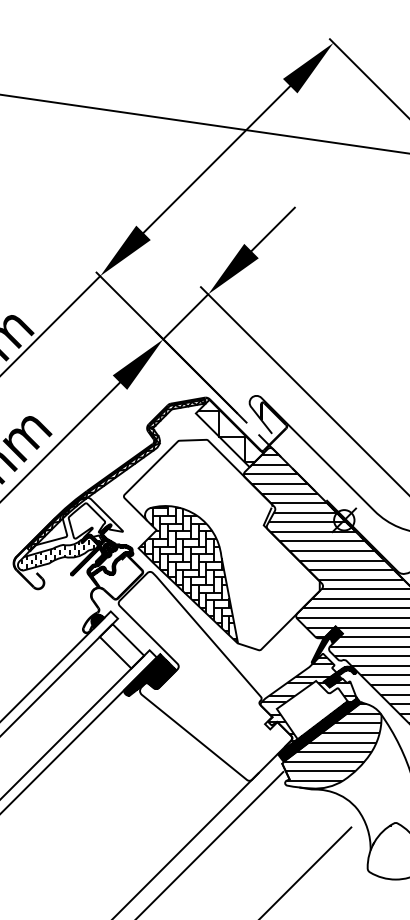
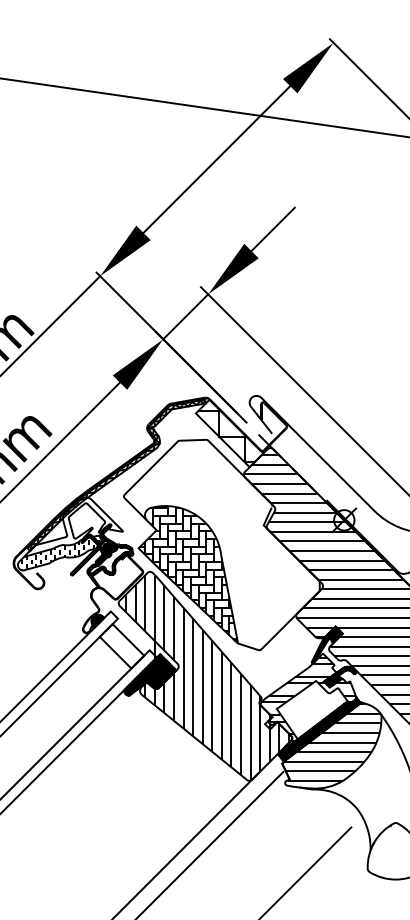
line at (204, 124) position: (204, 124) -> (204, 107)
hatch at (207, 677): none -> present
